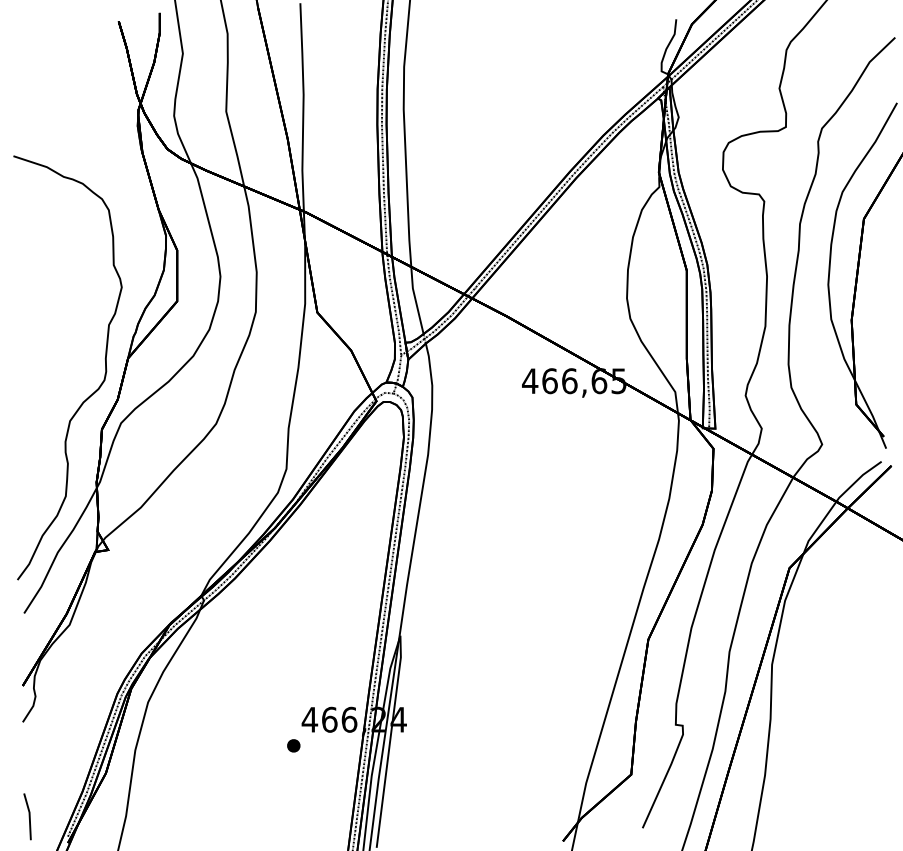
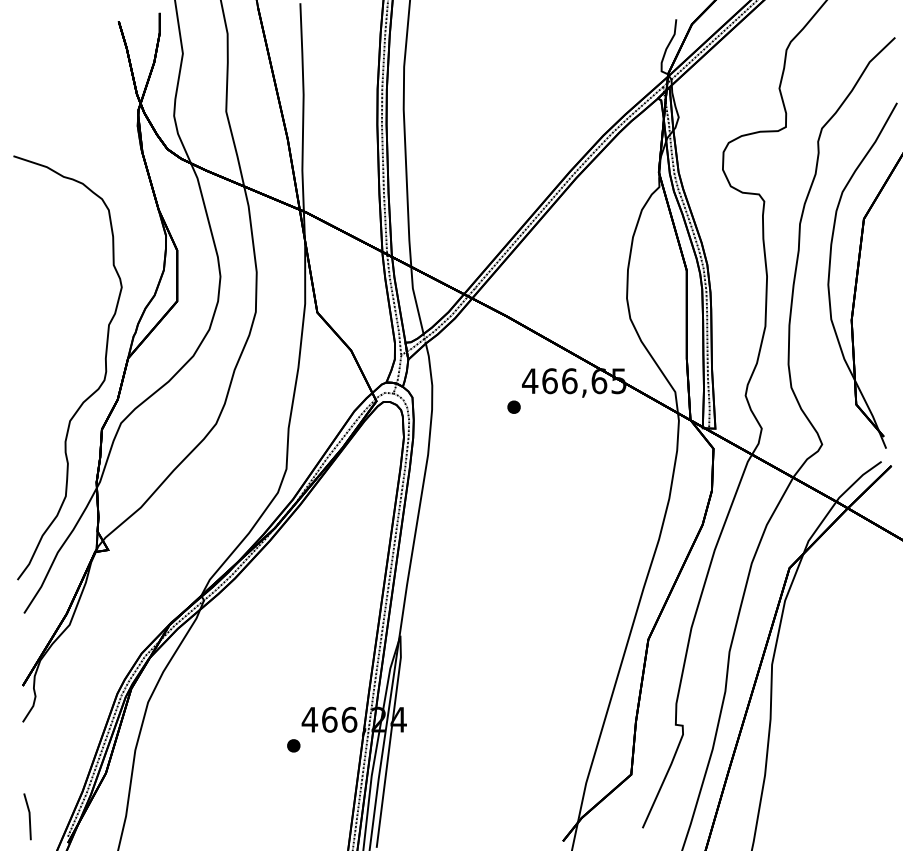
part at (513, 406): none -> present
